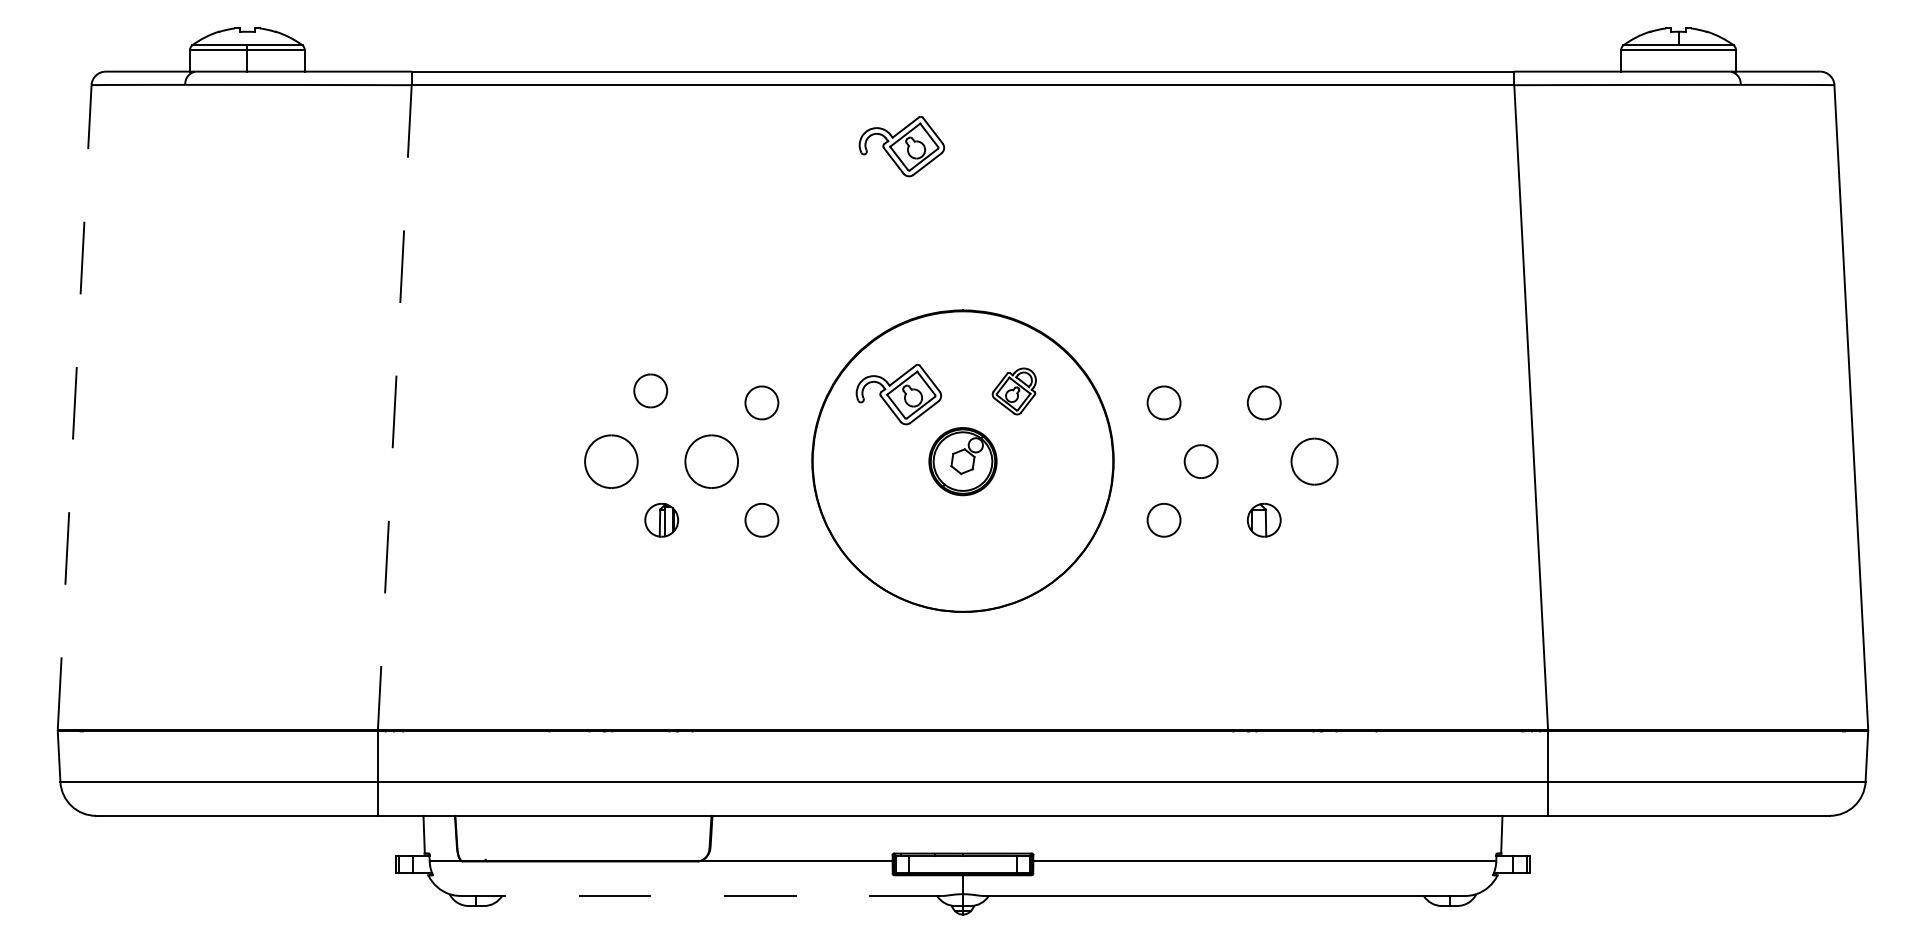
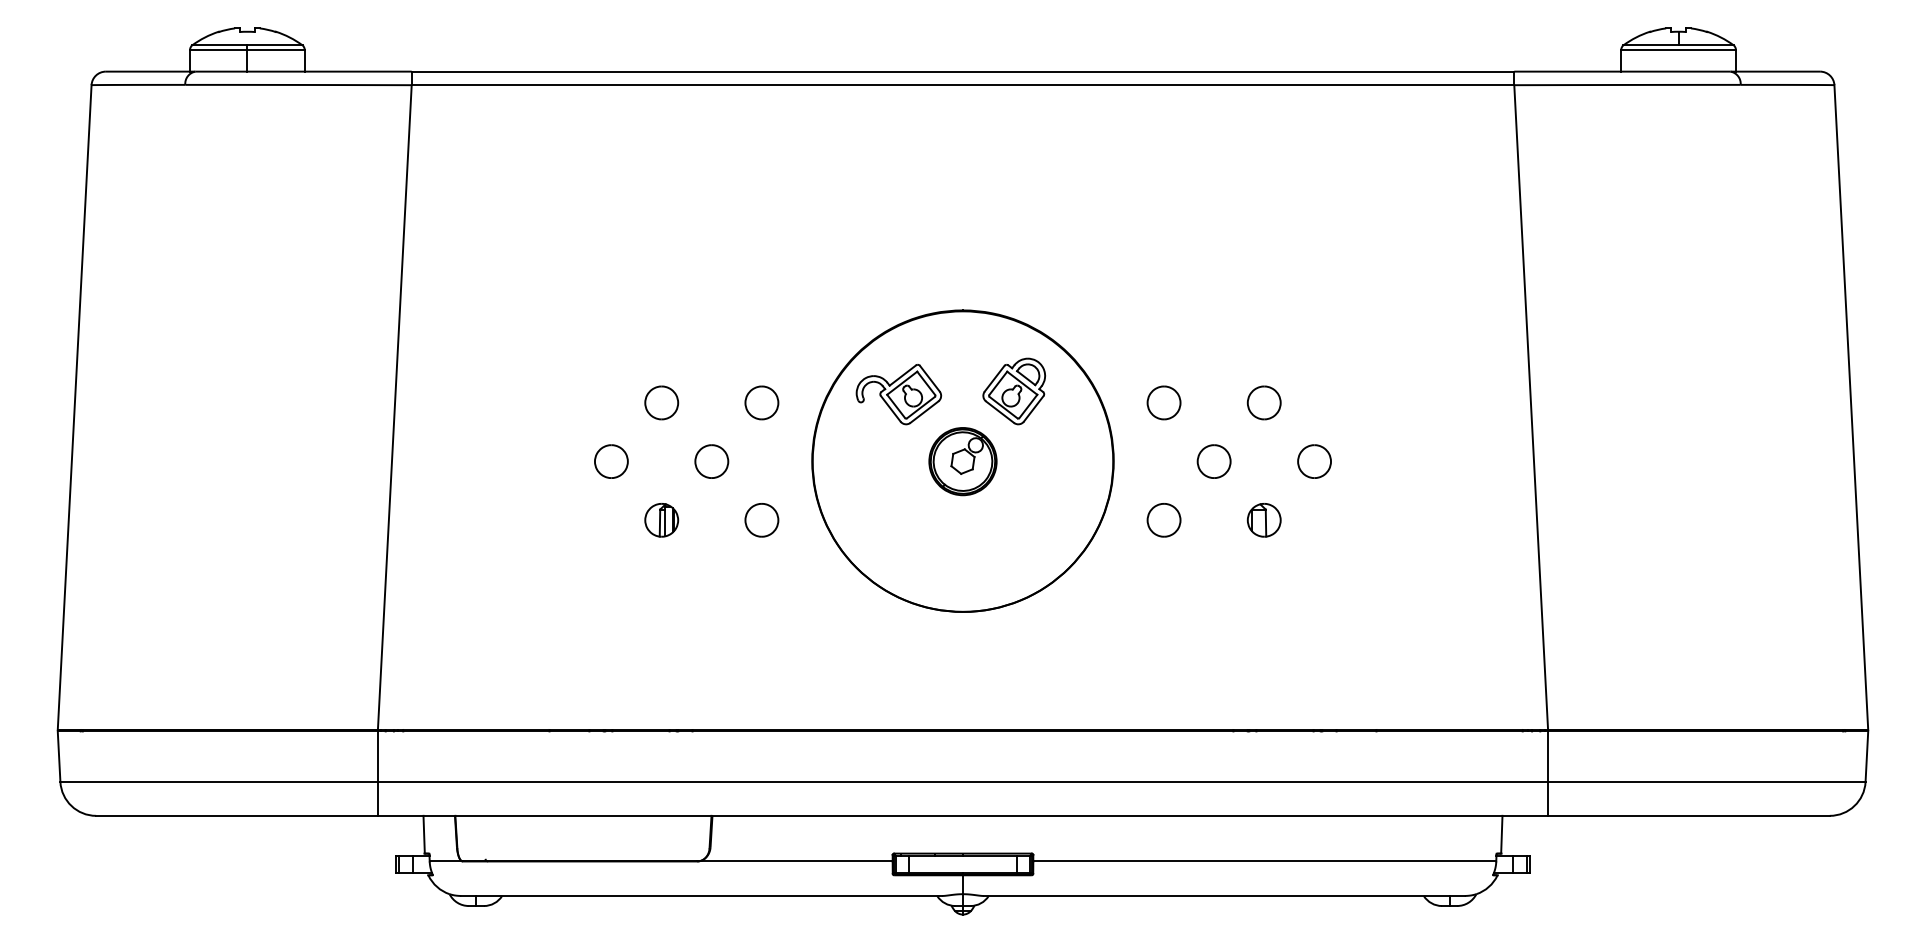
part at (901, 146): present -> none
part at (650, 390) position: (650, 390) -> (661, 402)
part at (1013, 391) size: 46x49 px -> 65x69 px
line at (74, 407): dashed -> solid
line at (394, 407): dashed -> solid
part at (611, 461) size: 55x55 px -> 35x35 px
part at (711, 461) size: 55x55 px -> 36x35 px
part at (1200, 461) position: (1200, 461) -> (1213, 461)
part at (1314, 461) size: 49x49 px -> 35x35 px
line at (701, 895): dashed -> solid
